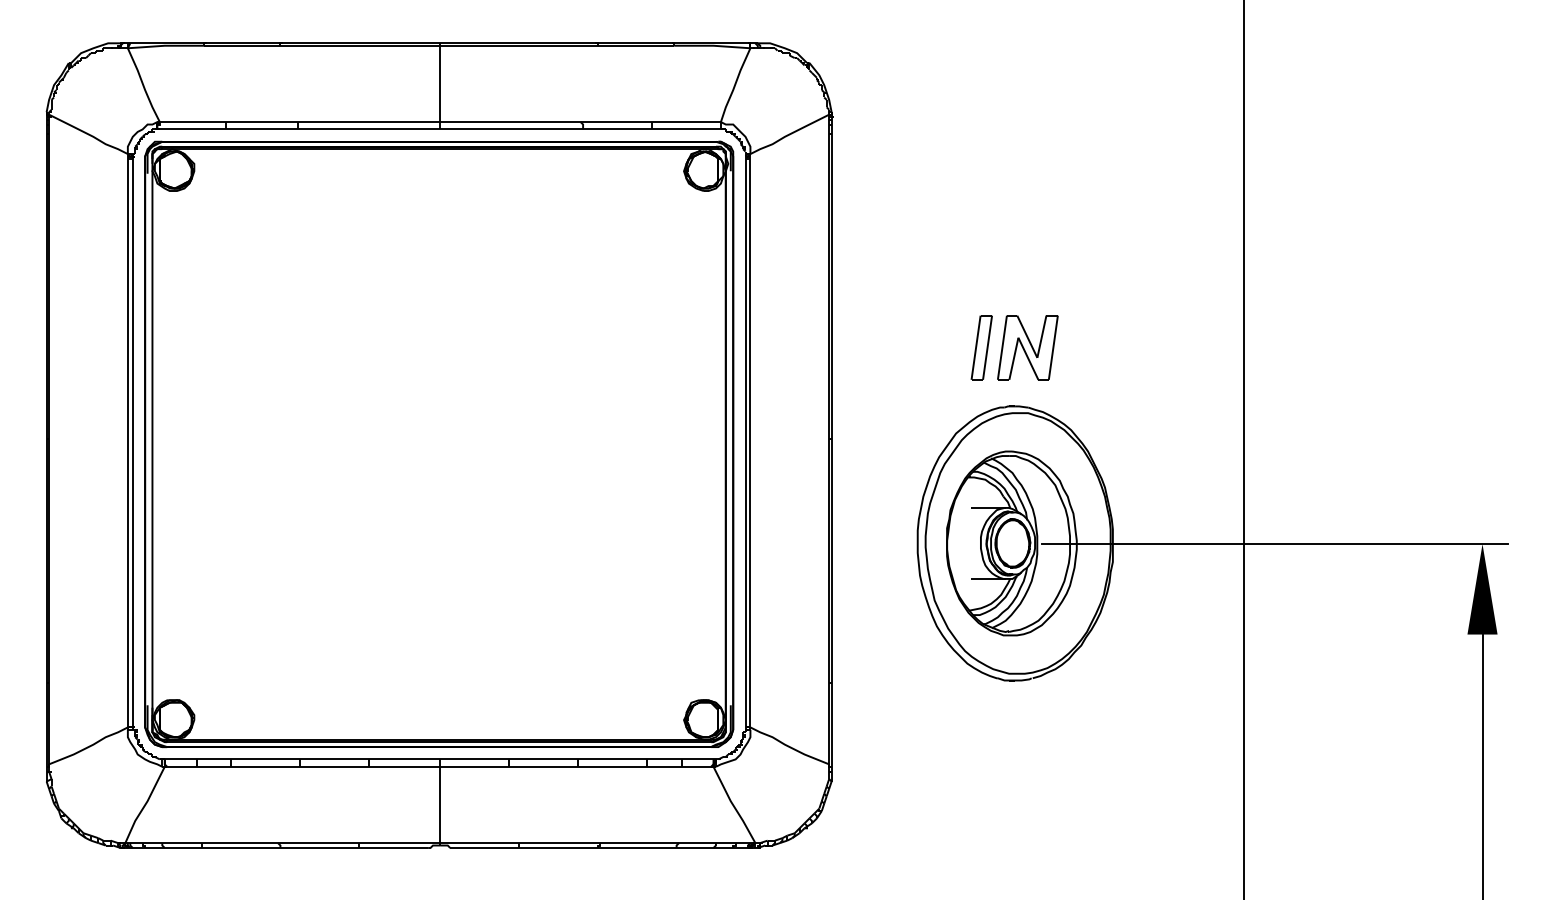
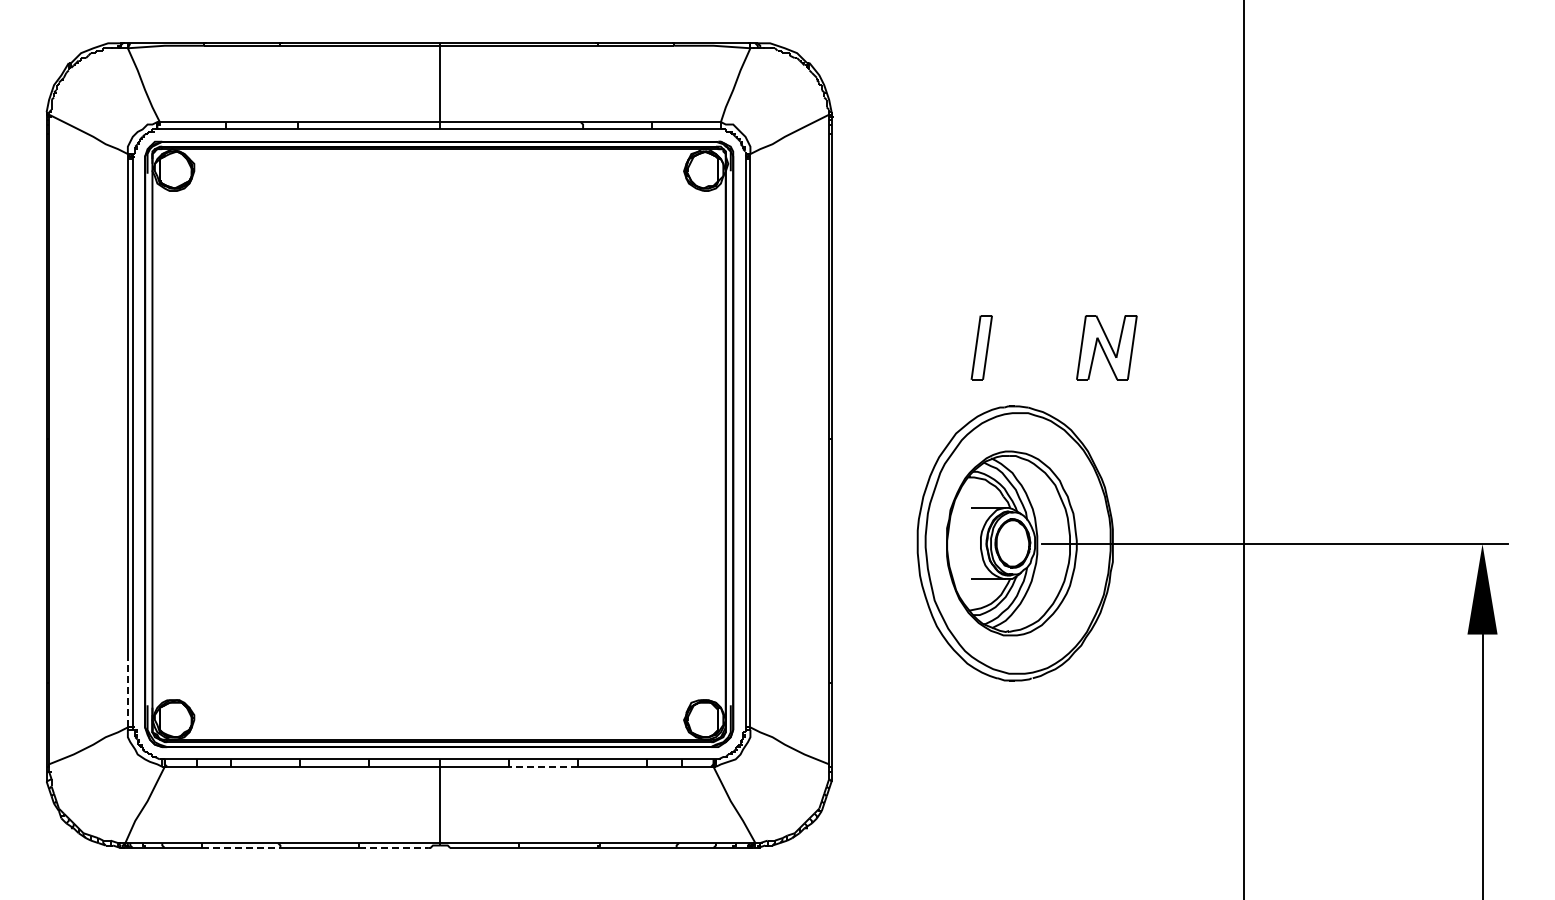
part at (1027, 347) position: (1027, 347) -> (1106, 347)
line at (127, 691): solid -> dashed
line at (543, 766): solid -> dashed
line at (241, 847): solid -> dashed
line at (394, 847): solid -> dashed
